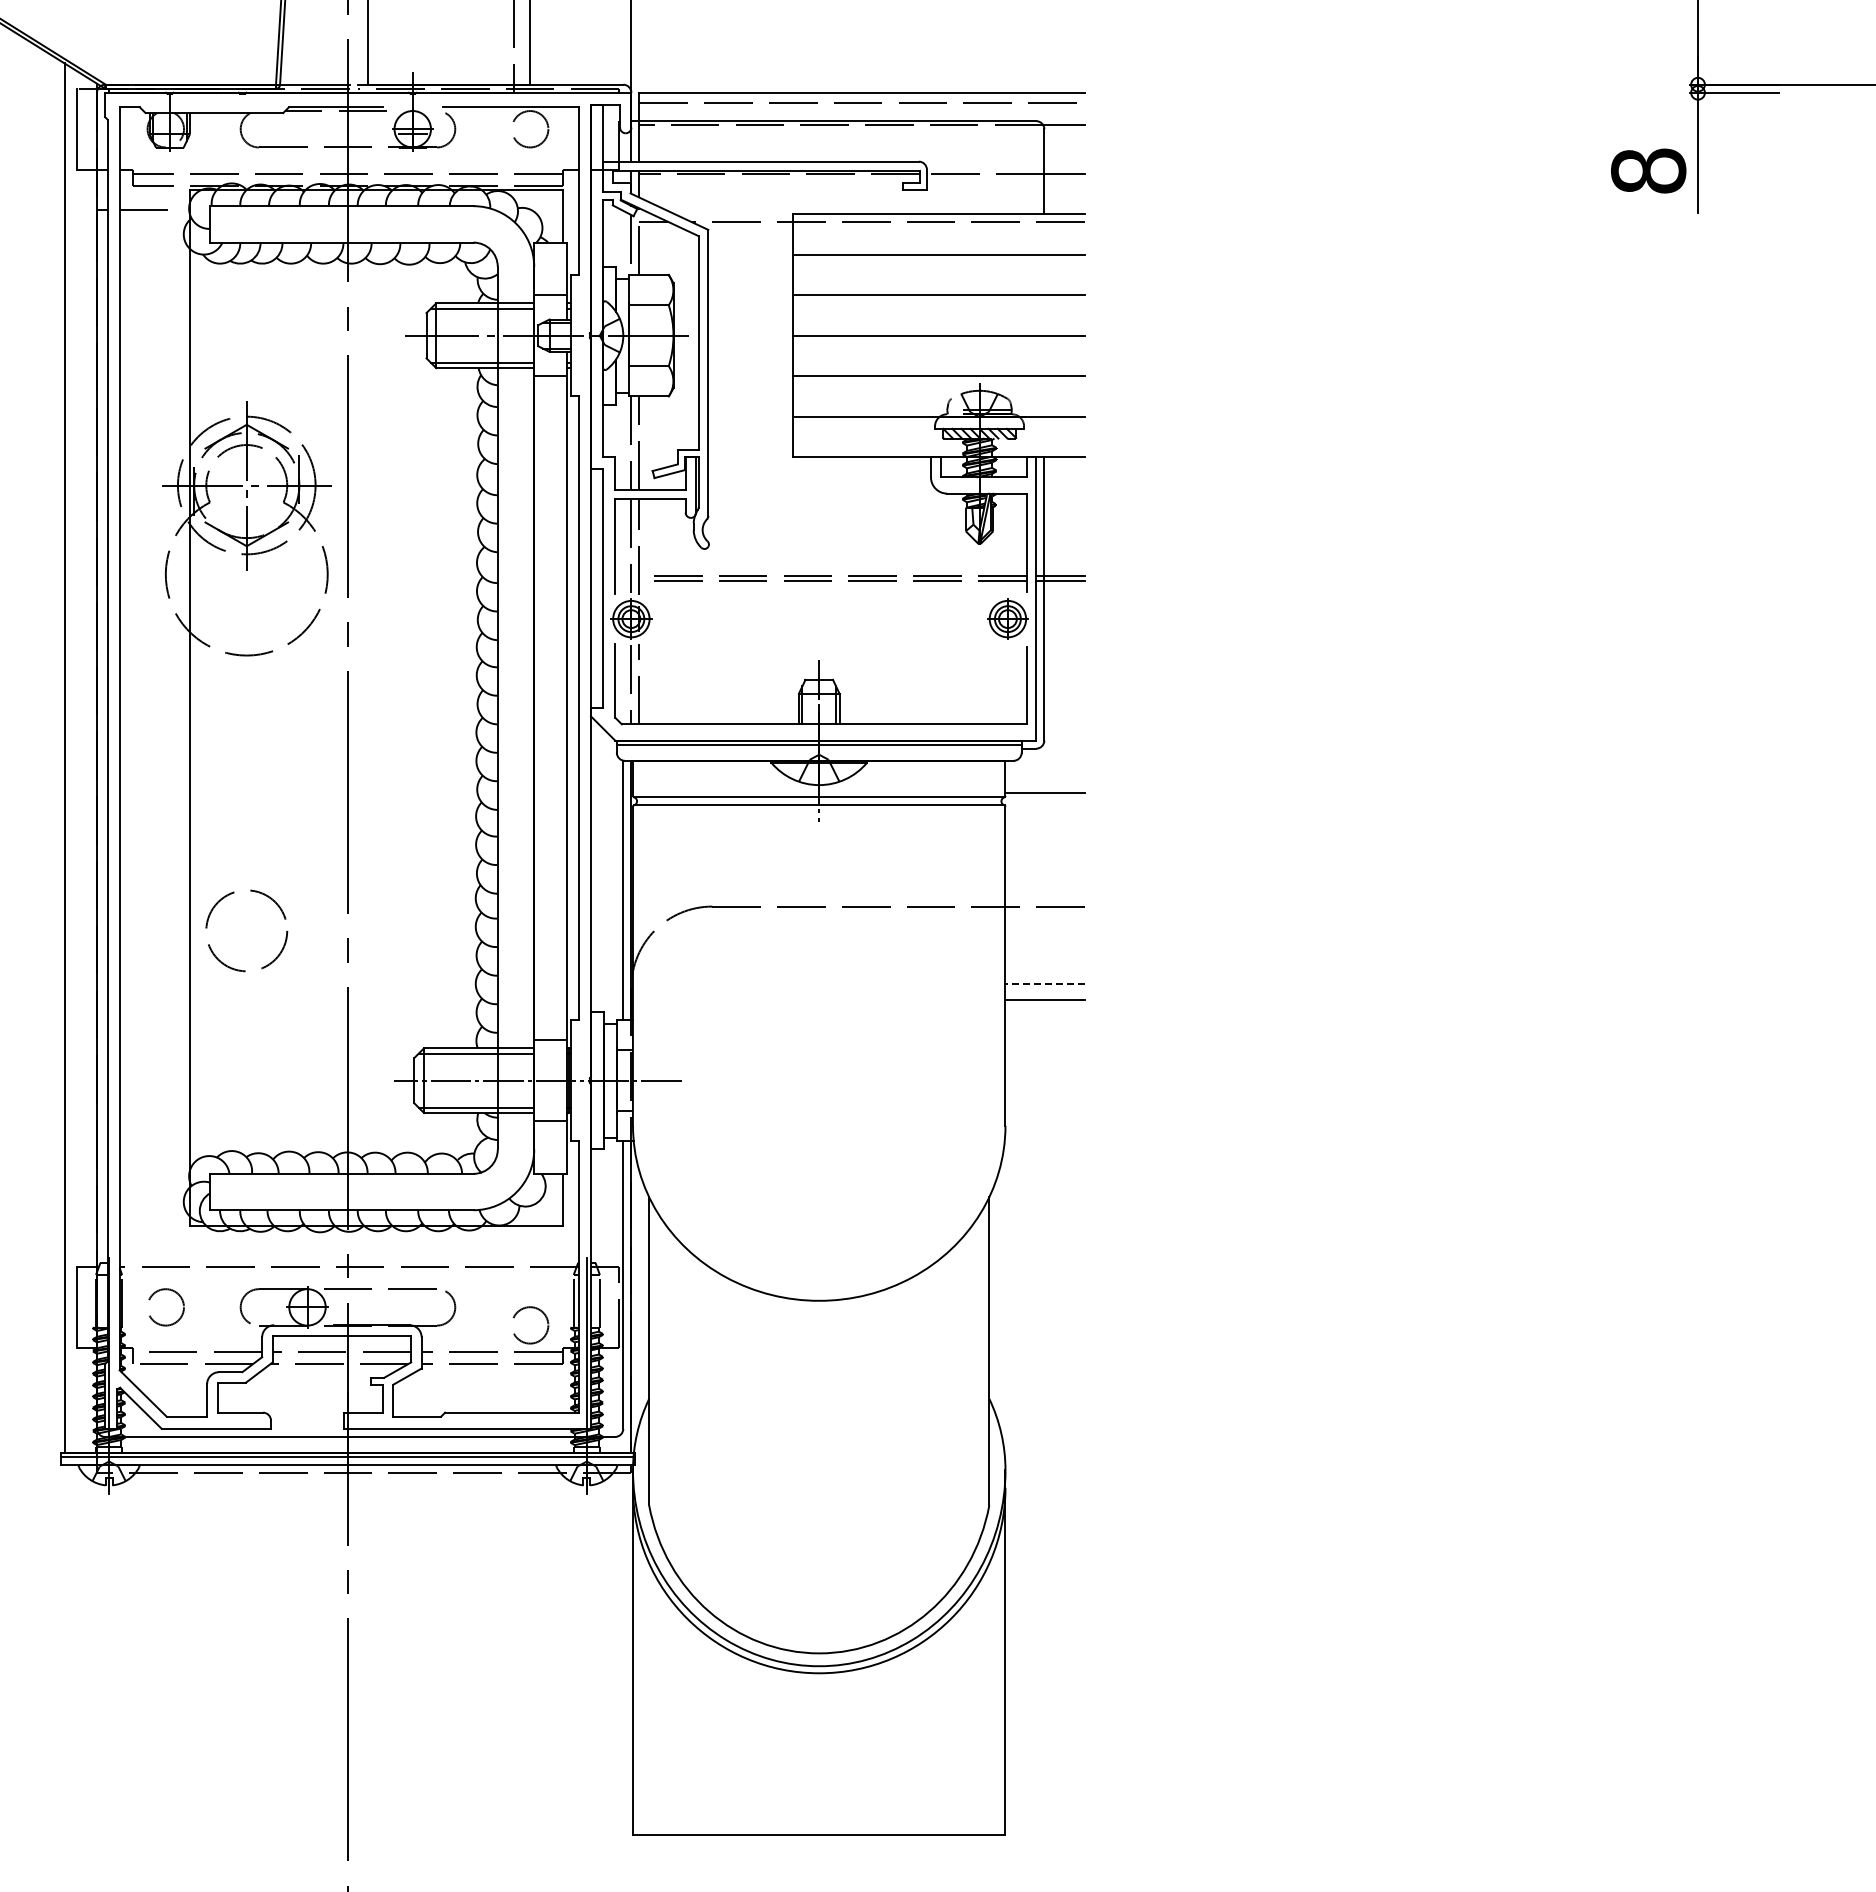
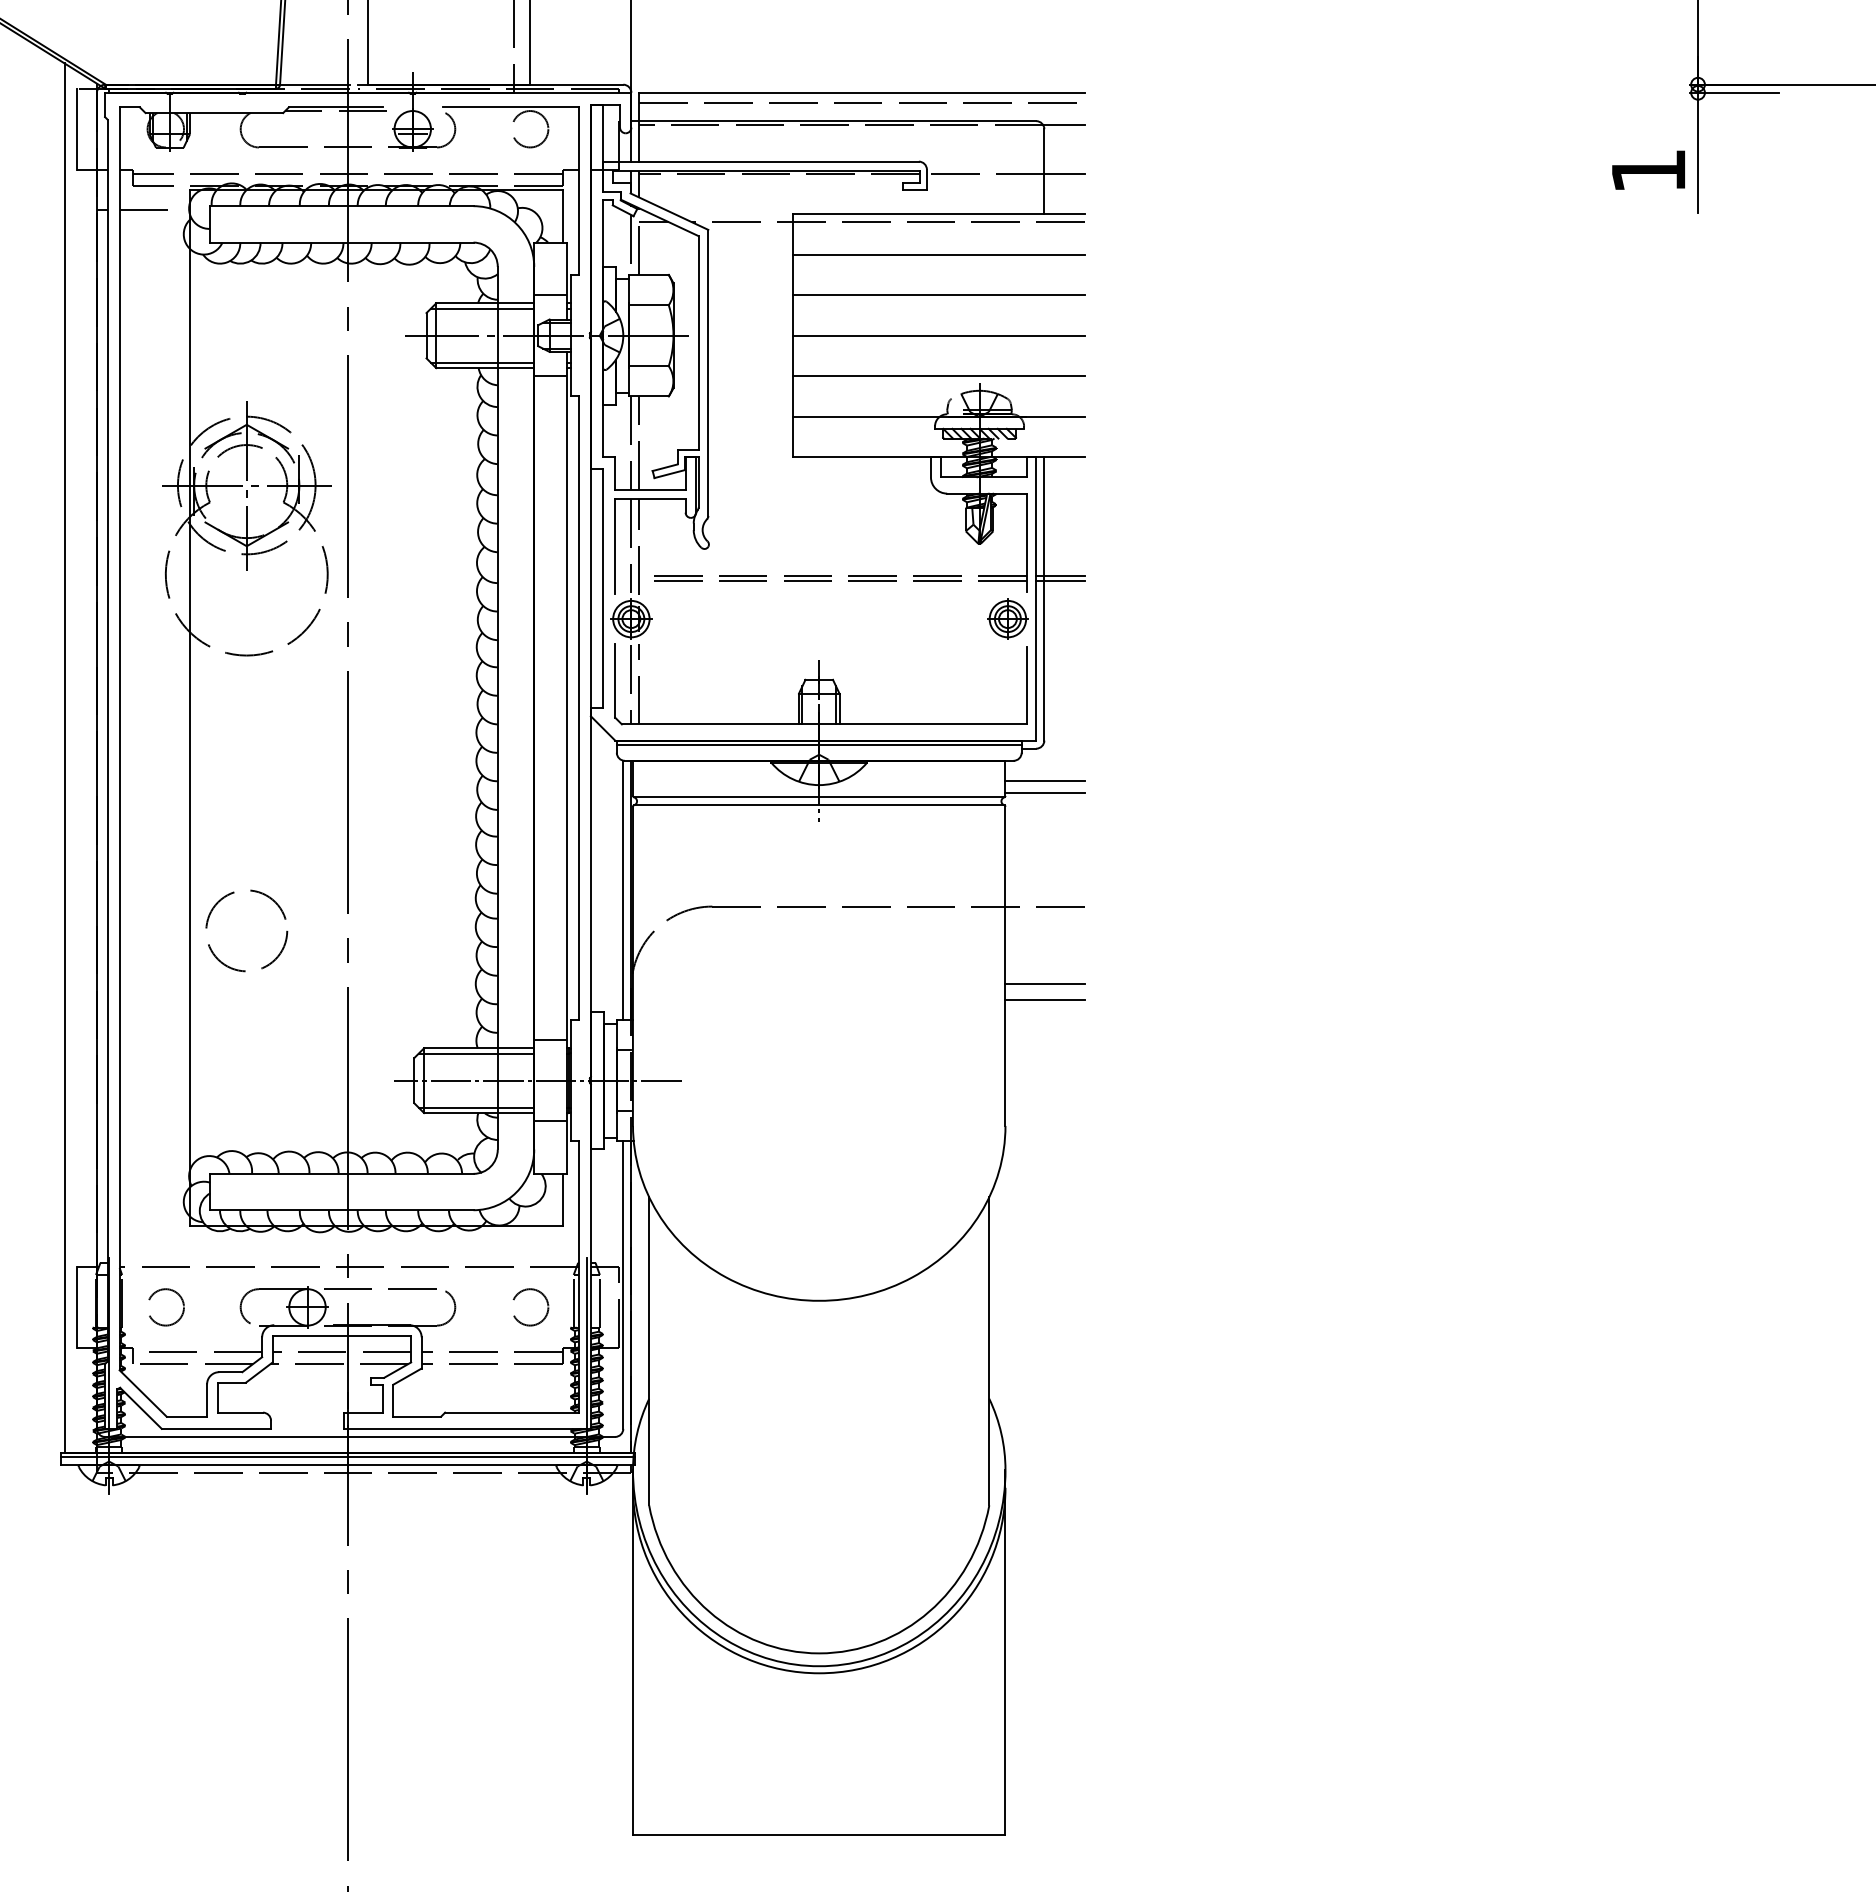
text at (1648, 170): 8 -> 1
line at (1044, 781): none -> present
line at (1045, 983): dashed -> solid
circle at (530, 1325) position: (530, 1325) -> (530, 1307)
